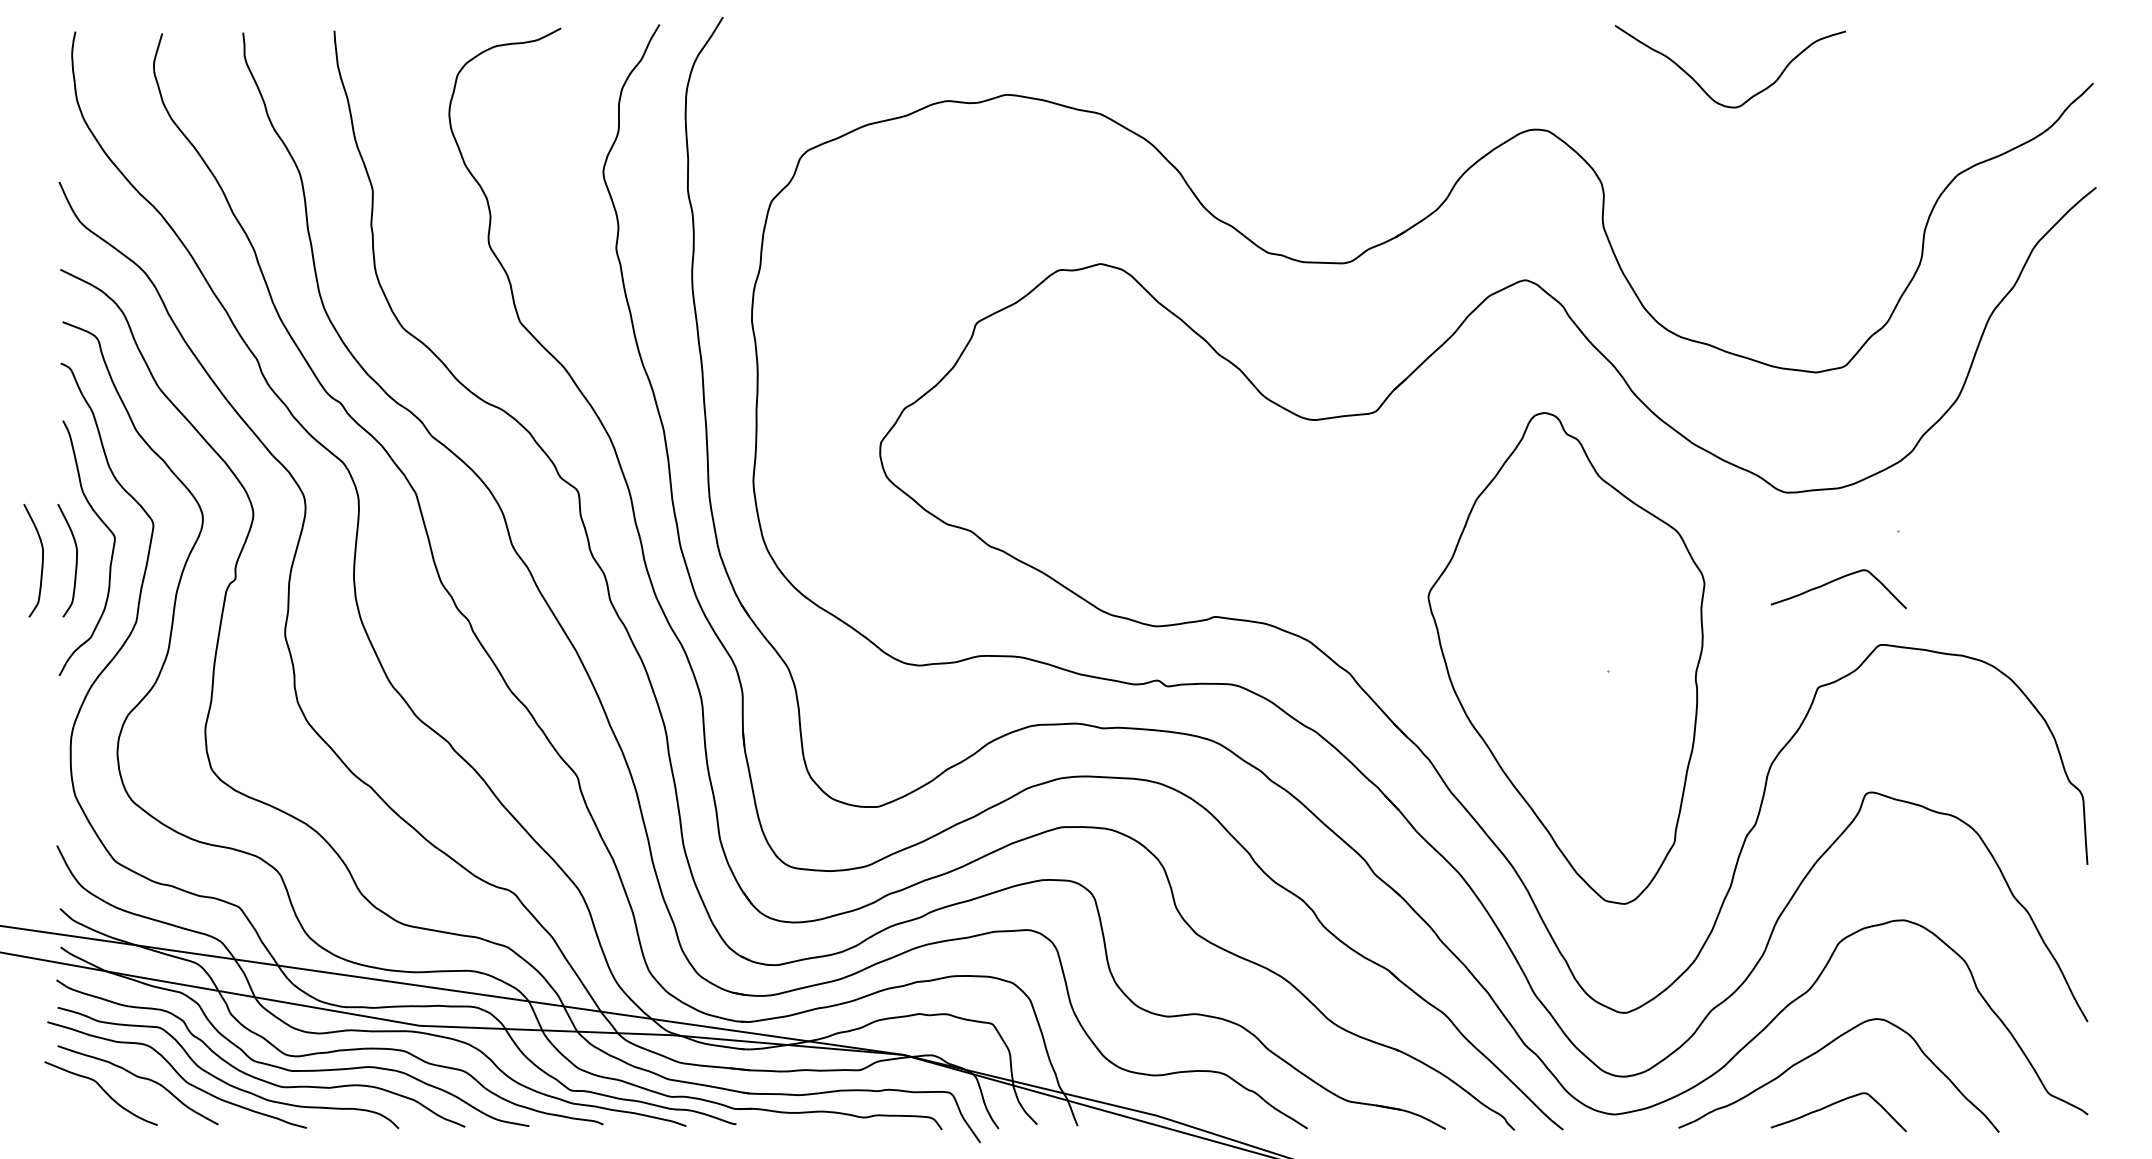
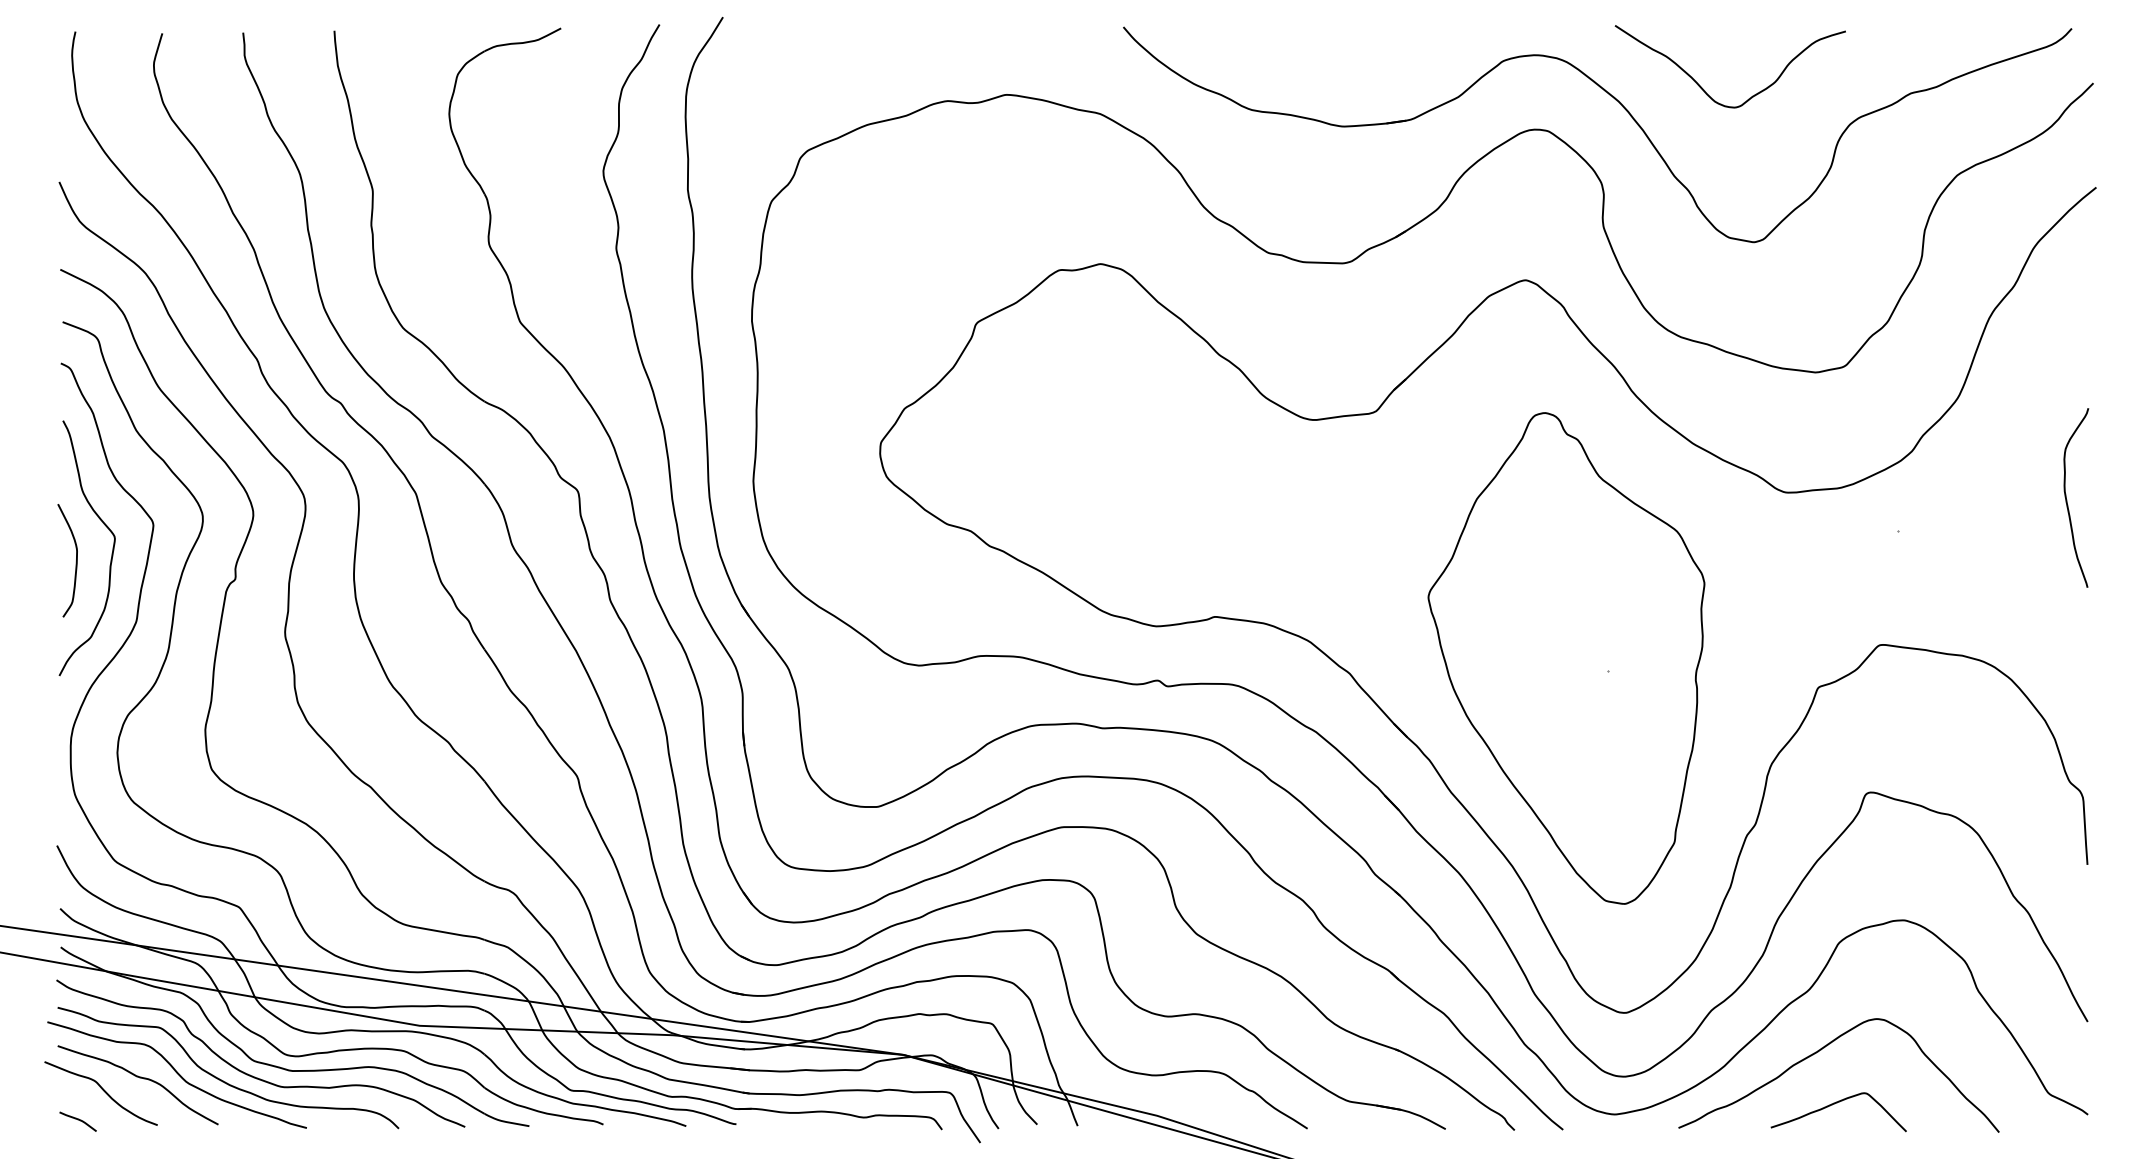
part at (1623, 108): none -> present
curve at (2067, 499): none -> present
curve at (41, 562): present -> none
curve at (1834, 581): present -> none
curve at (77, 1120): none -> present
